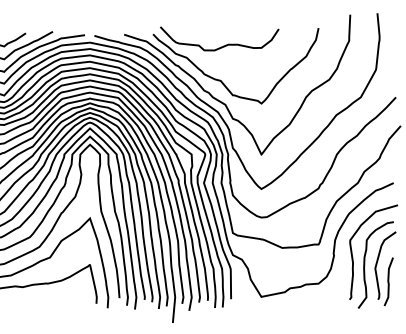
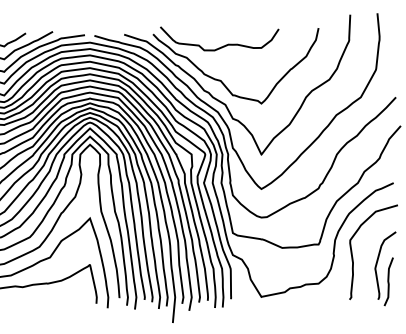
curve at (365, 264): present -> none
